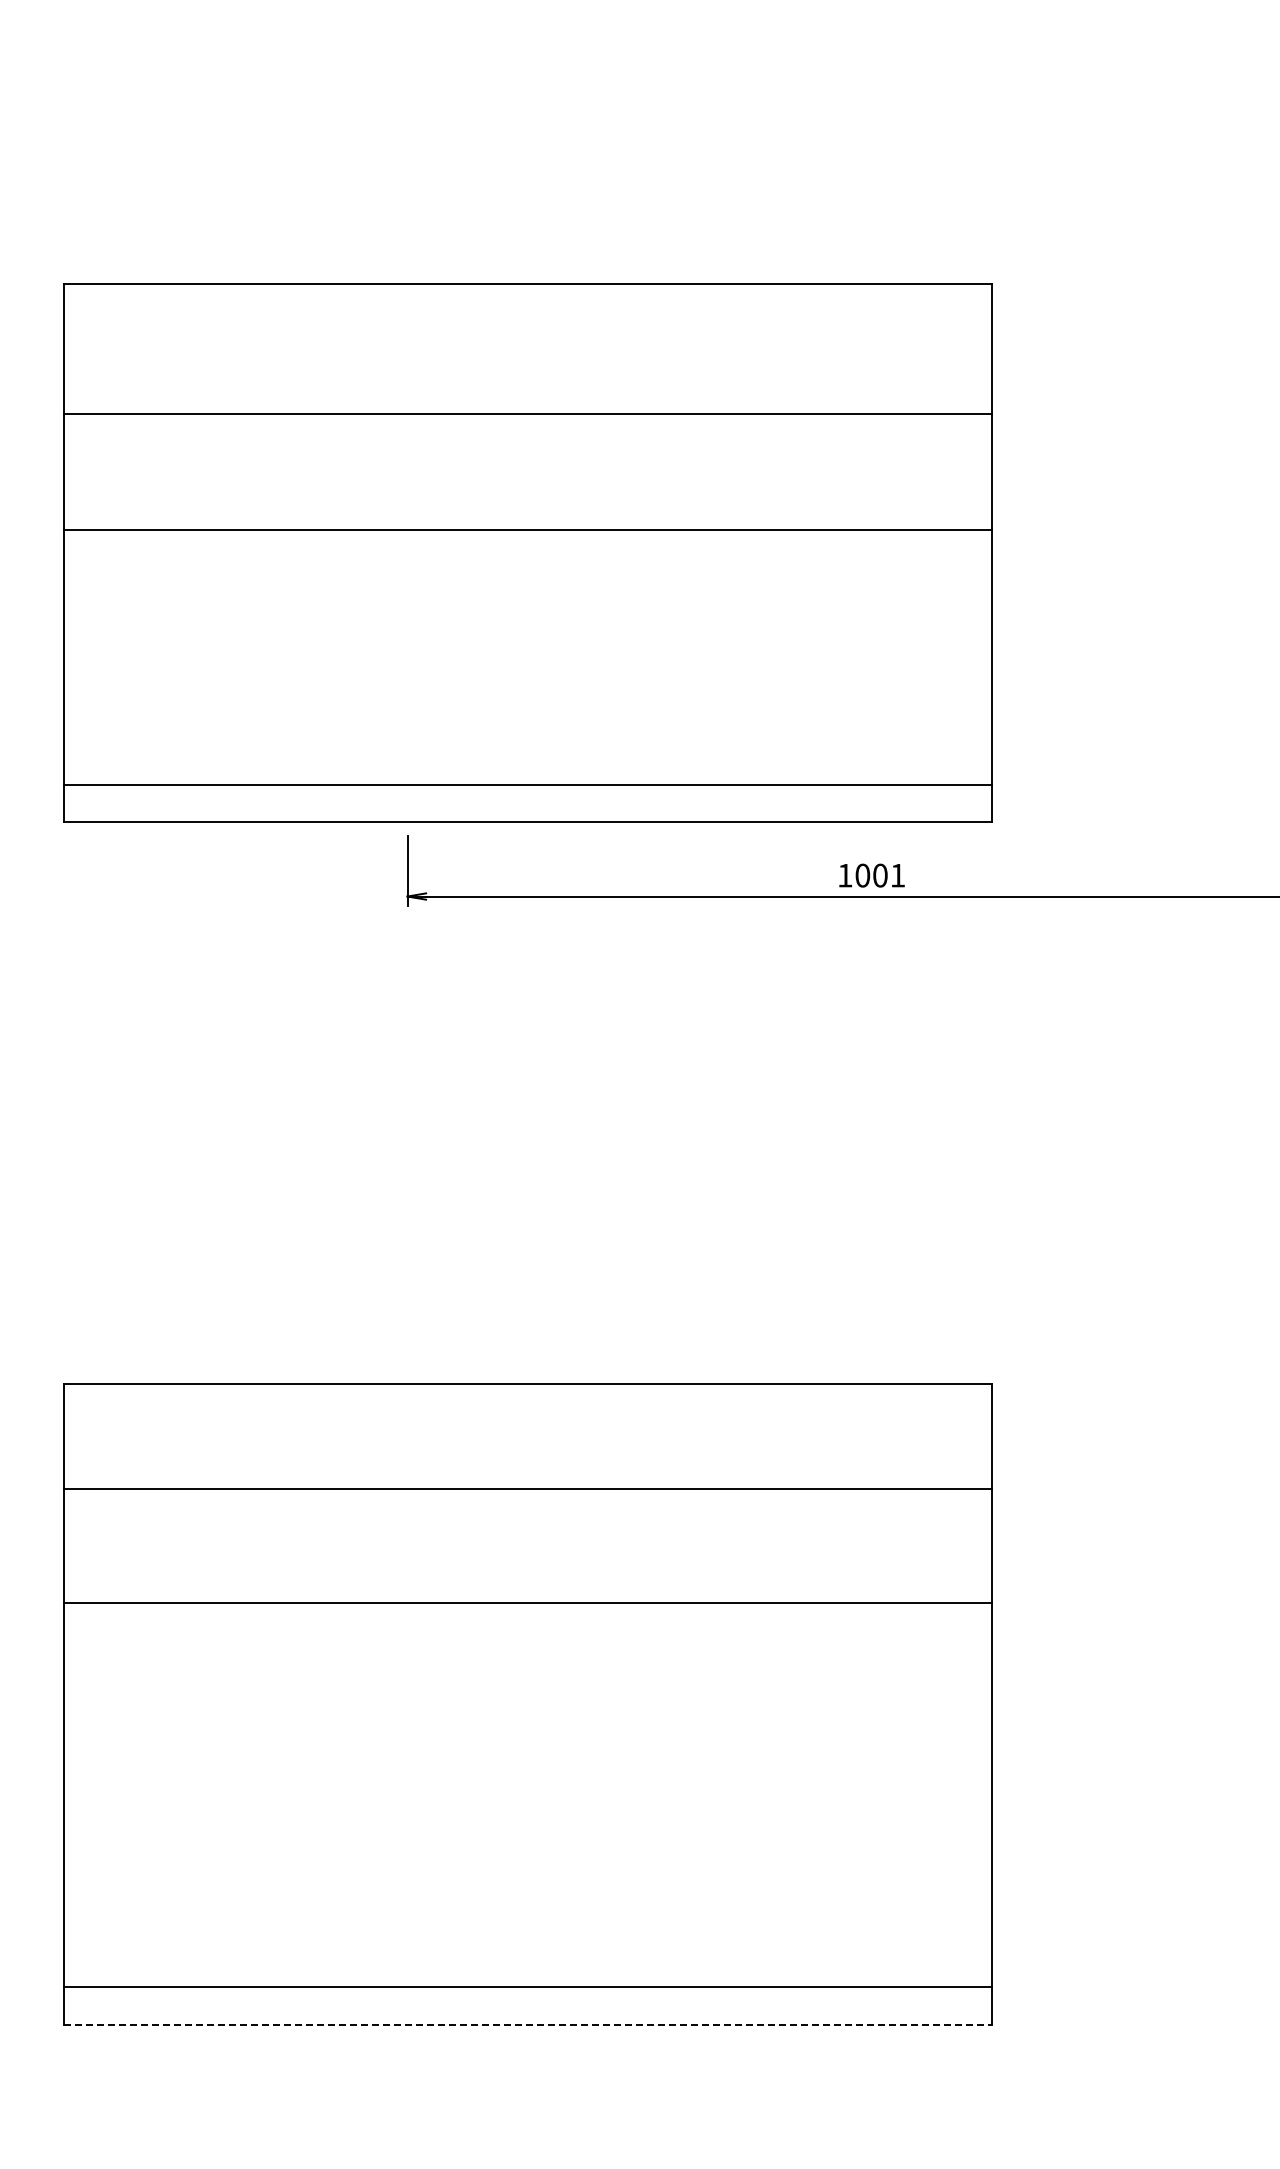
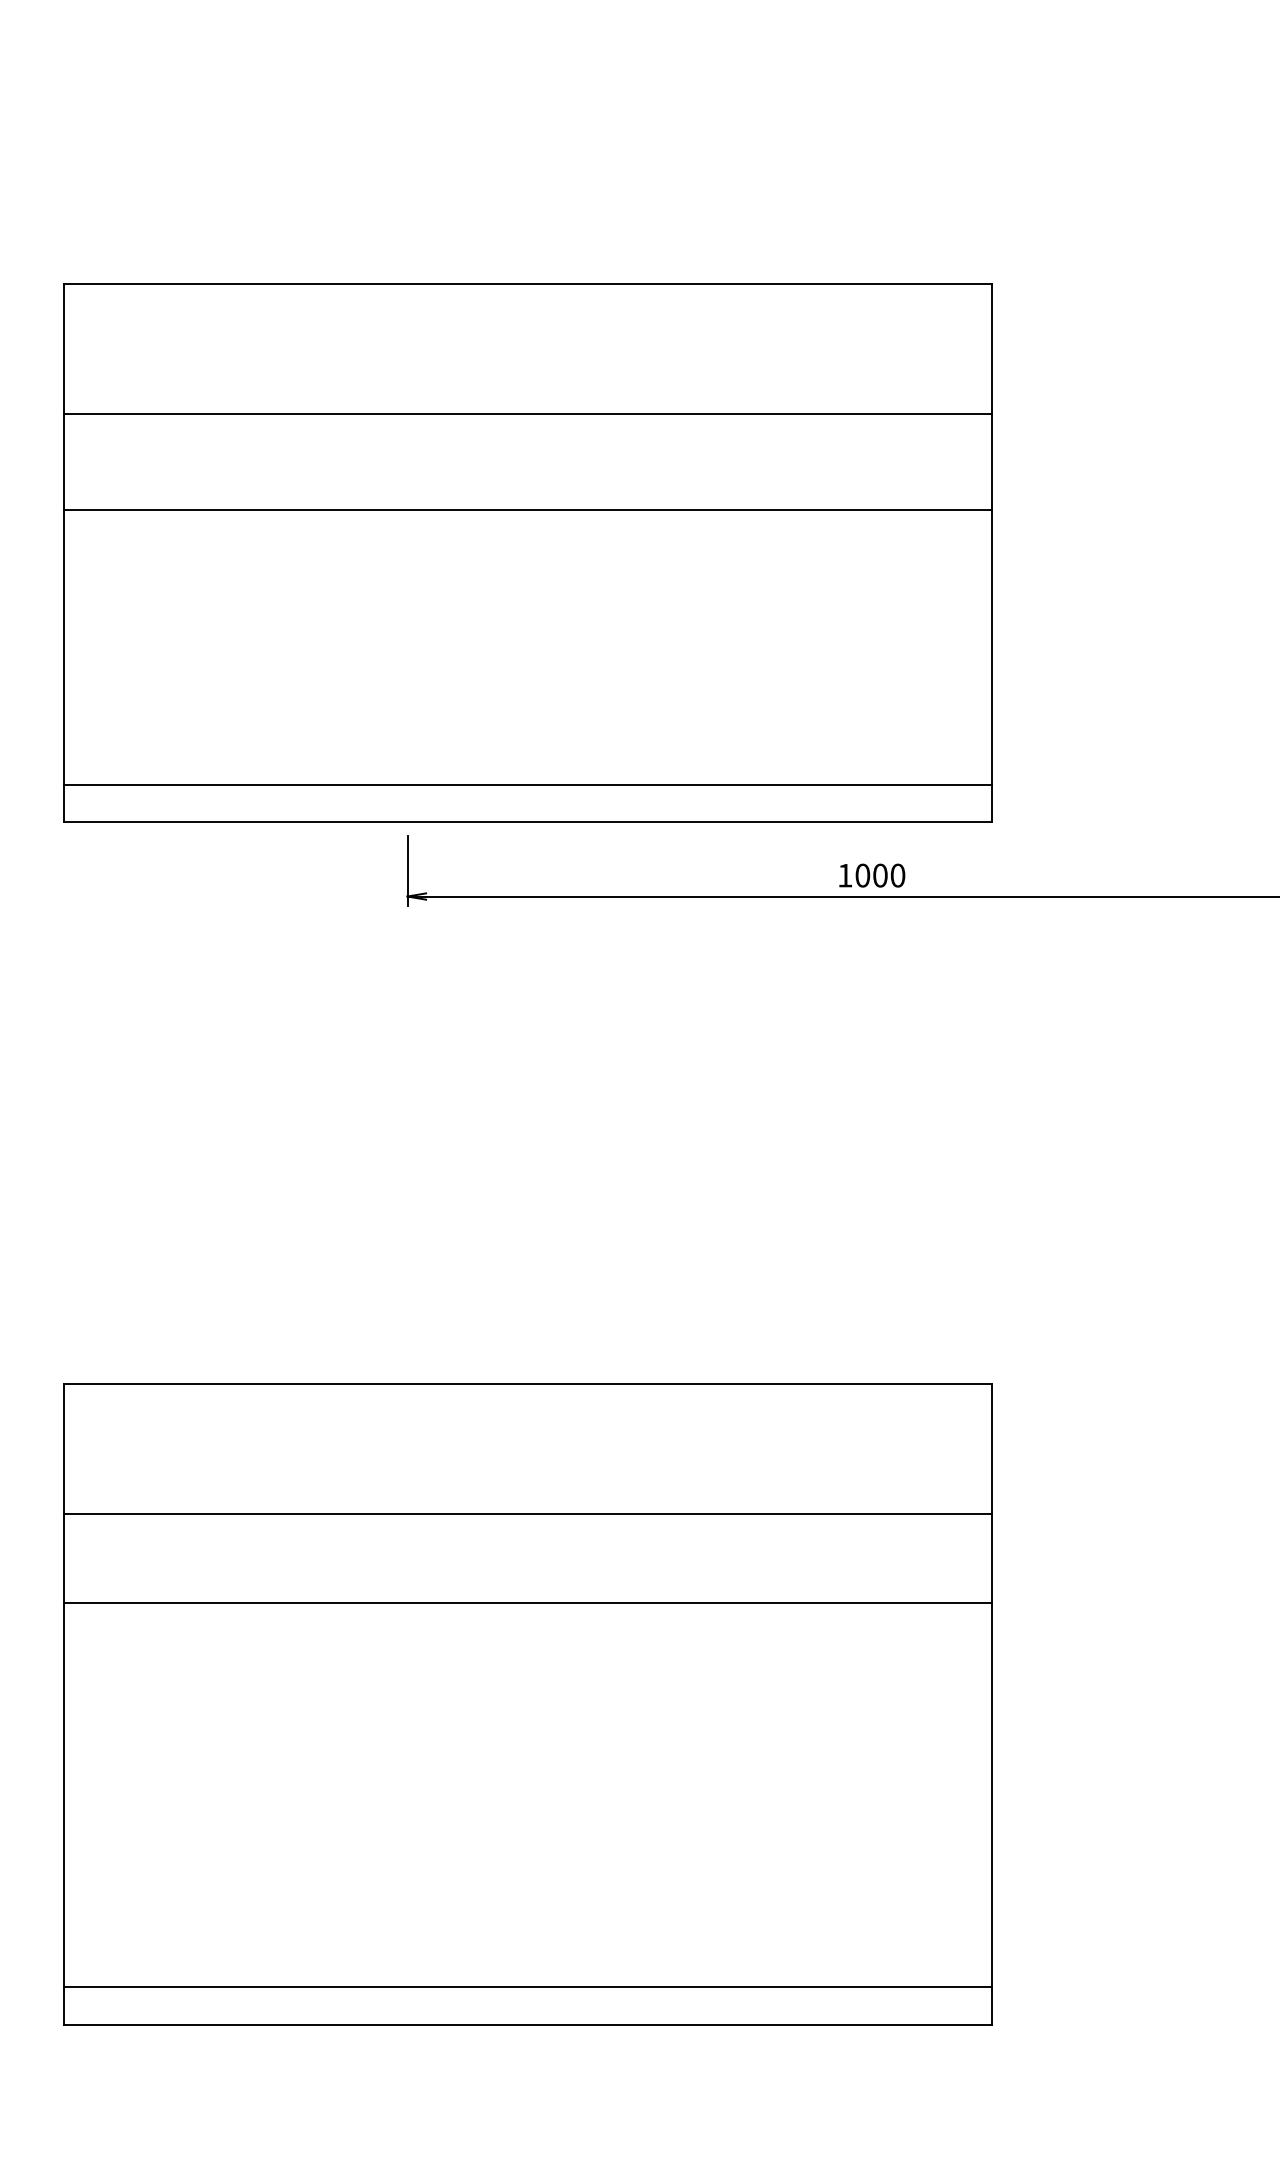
line at (528, 530) position: (528, 530) -> (528, 510)
text at (897, 875): 1001 -> 1000
line at (528, 1488) position: (528, 1488) -> (528, 1513)
line at (528, 2024): dashed -> solid
